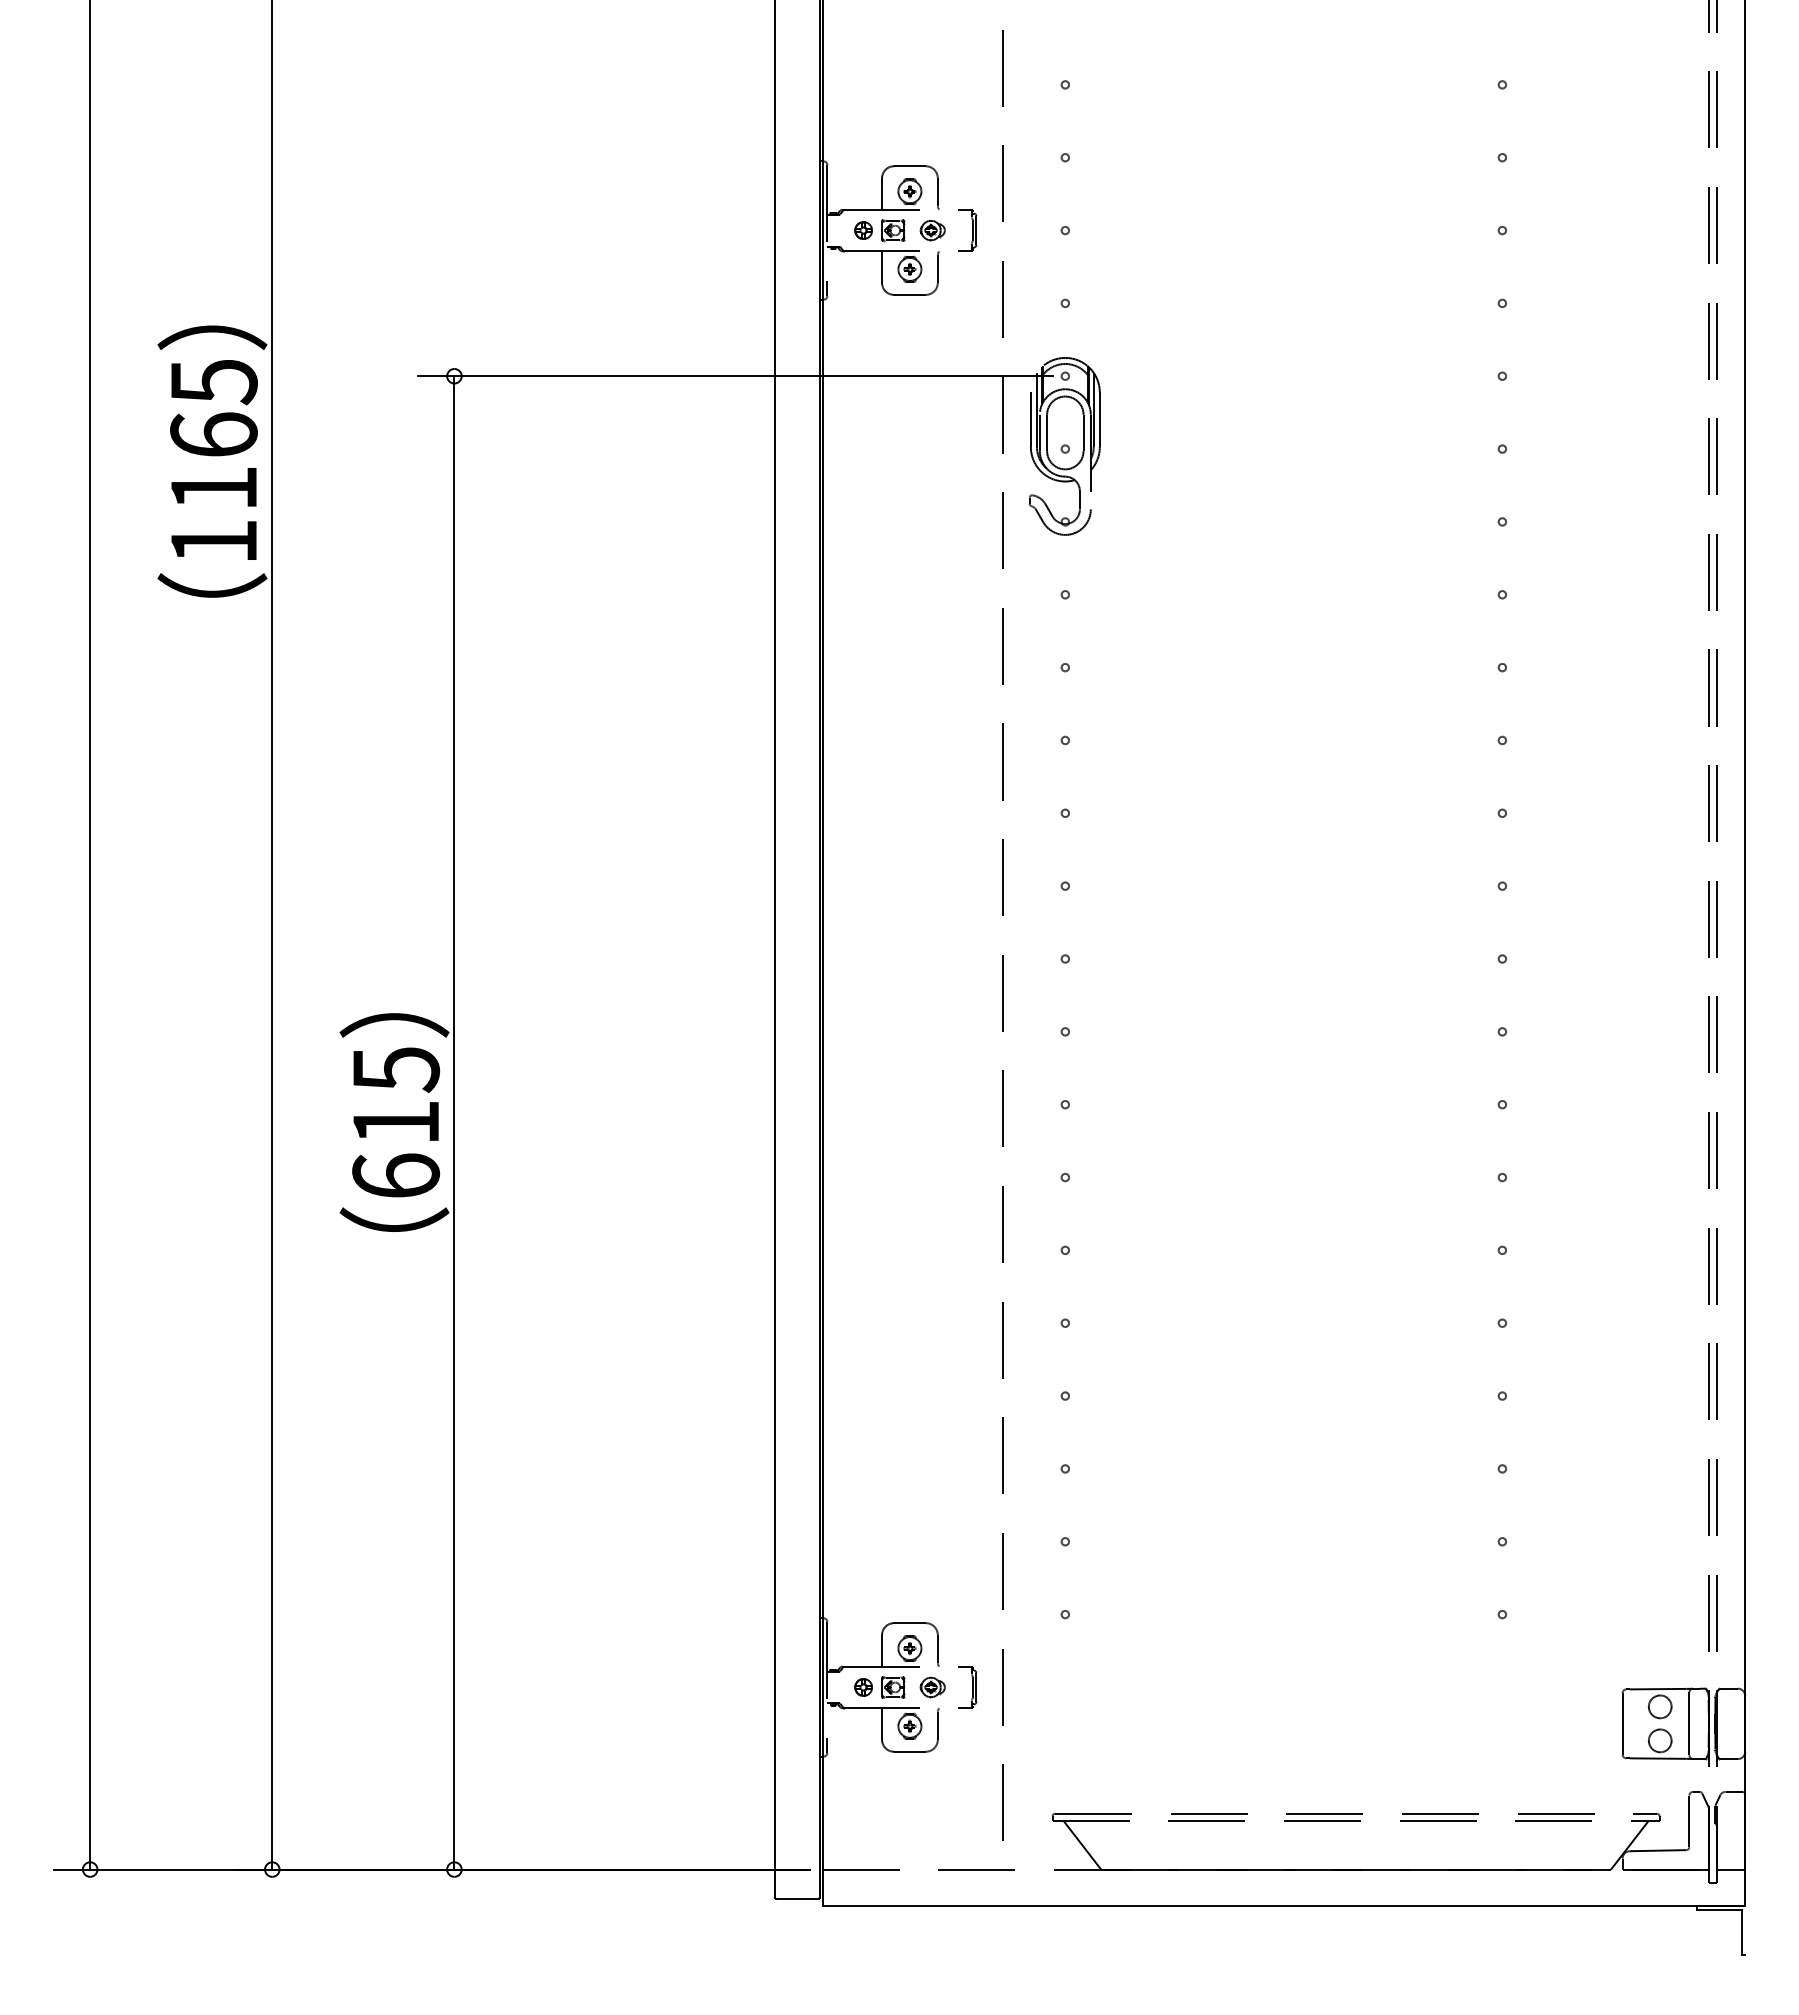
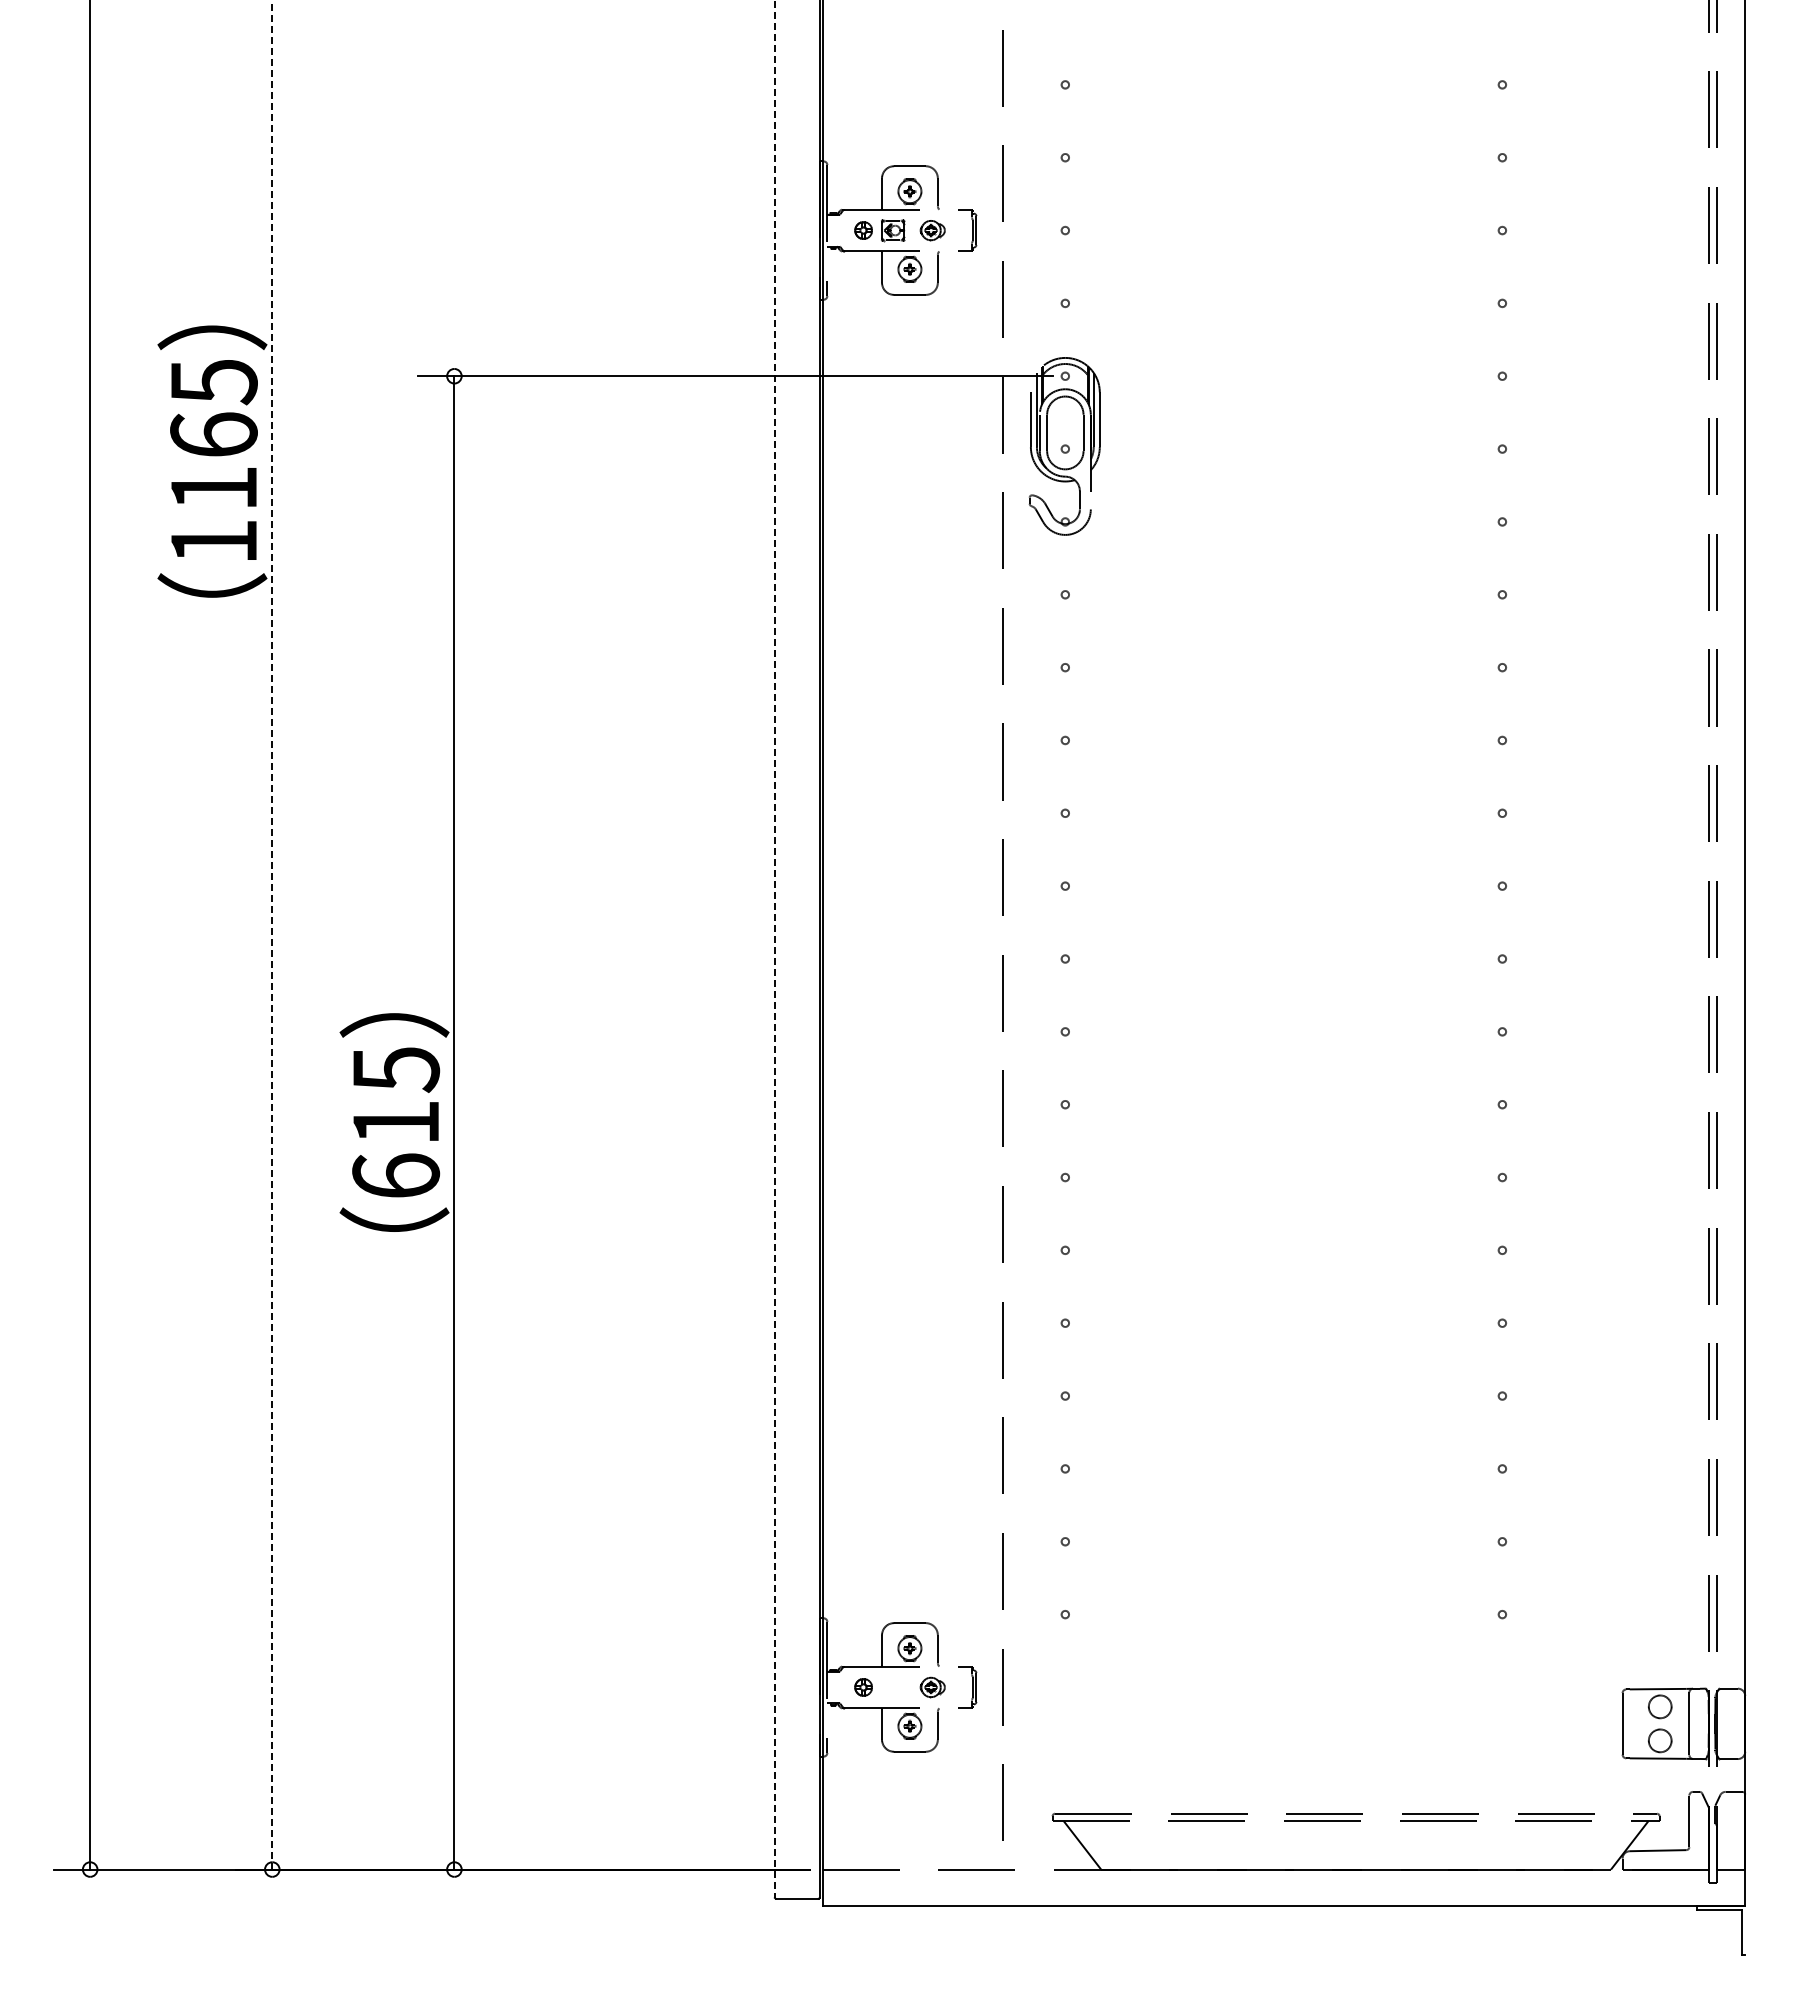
line at (272, 934): solid -> dashed
line at (774, 949): solid -> dashed
part at (893, 1687): present -> none
